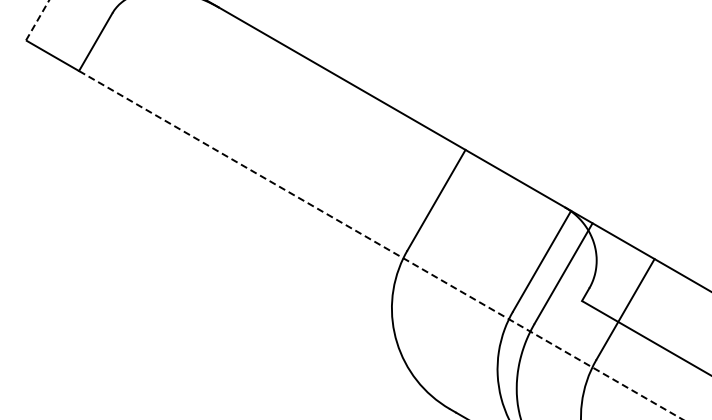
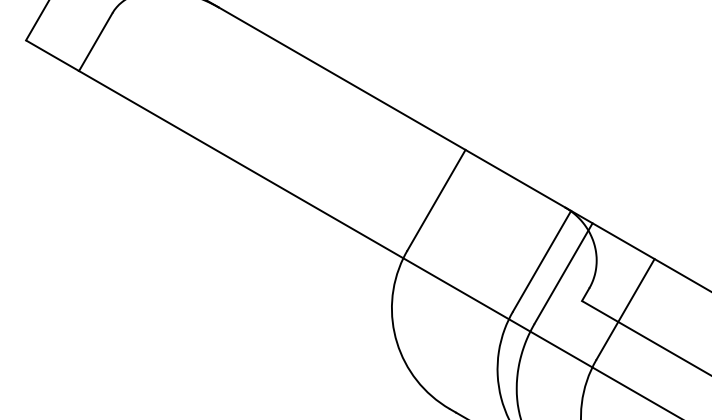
line at (37, 20): dashed -> solid
line at (381, 245): dashed -> solid
